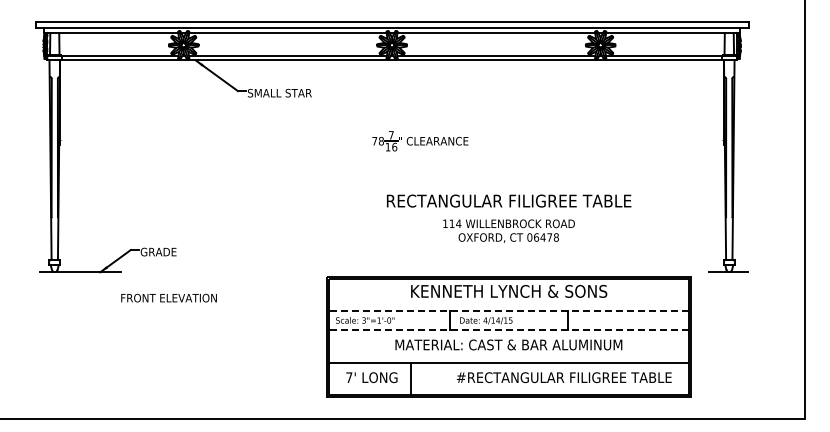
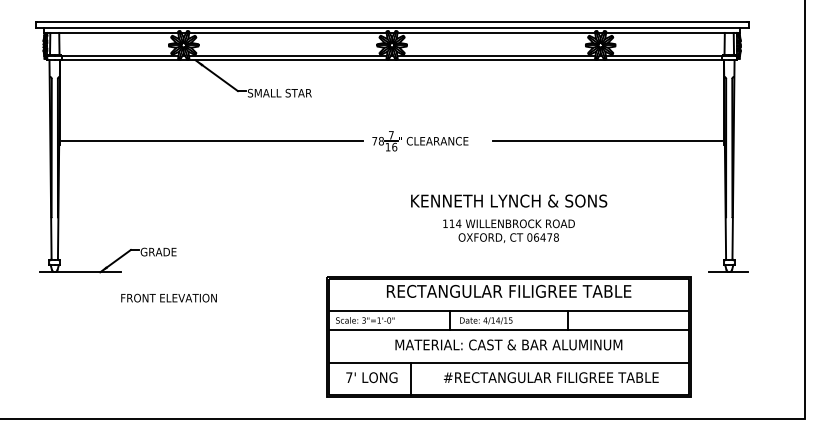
line at (212, 140): none -> present
line at (606, 140): none -> present
text at (509, 200): RECTANGULAR FILIGREE TABLE -> KENNETH LYNCH & SONS
text at (509, 290): KENNETH LYNCH & SONS -> RECTANGULAR FILIGREE TABLE
line at (508, 310): dashed -> solid
line at (508, 329): dashed -> solid
text at (563, 377) position: (563, 377) -> (550, 377)
